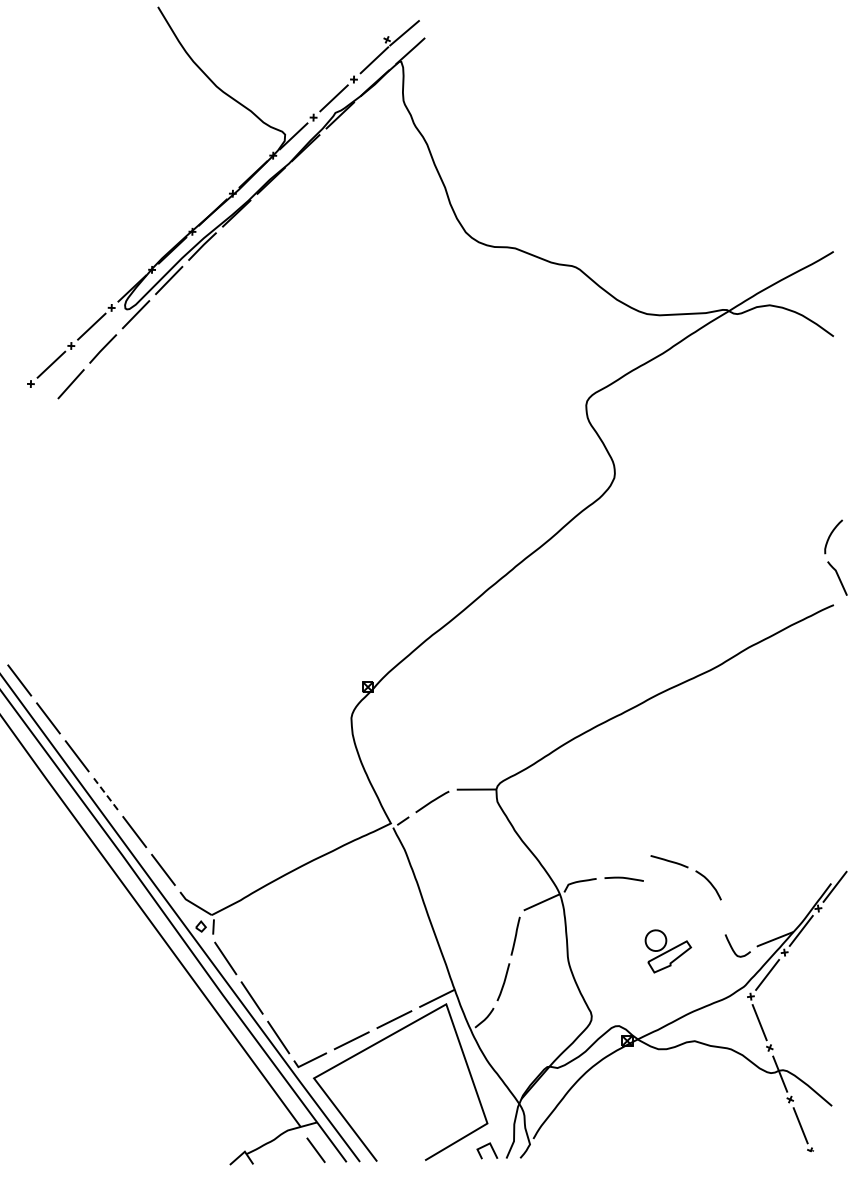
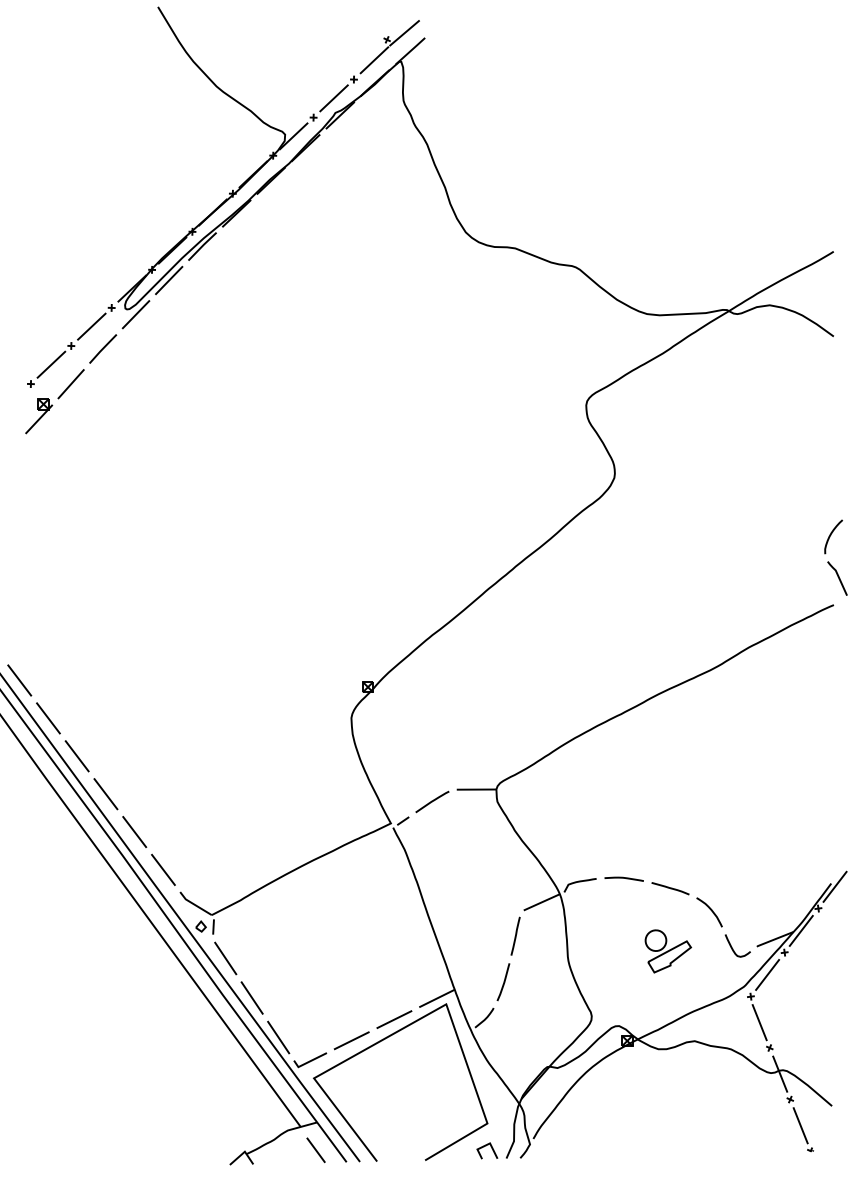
part at (39, 416): none -> present
line at (105, 794): dashed -> solid
part at (687, 868) position: (687, 868) -> (688, 895)
